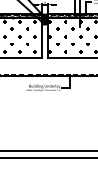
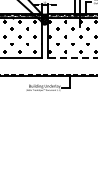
line at (72, 58): solid -> dashed
line at (48, 150): present -> none
line at (48, 158): present -> none
